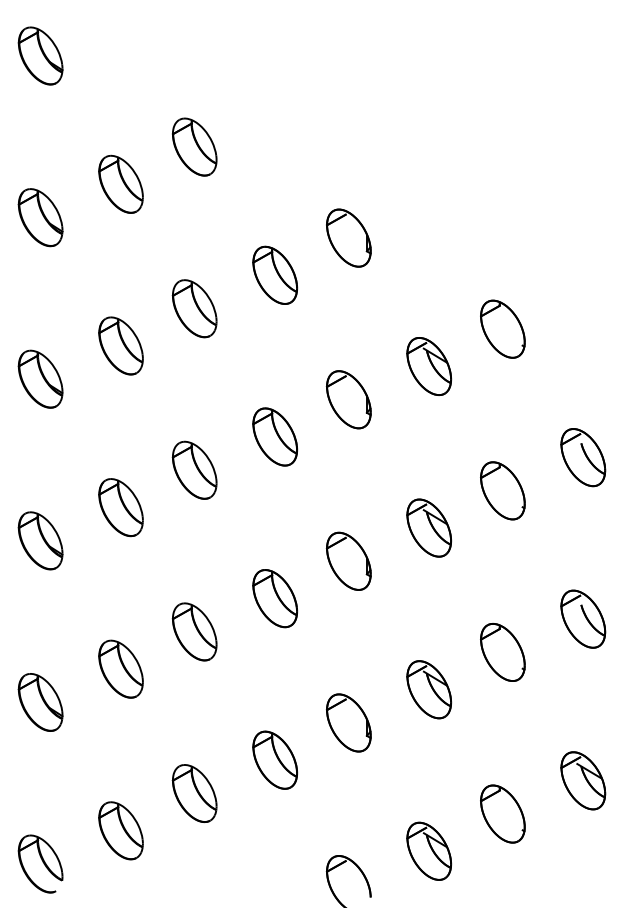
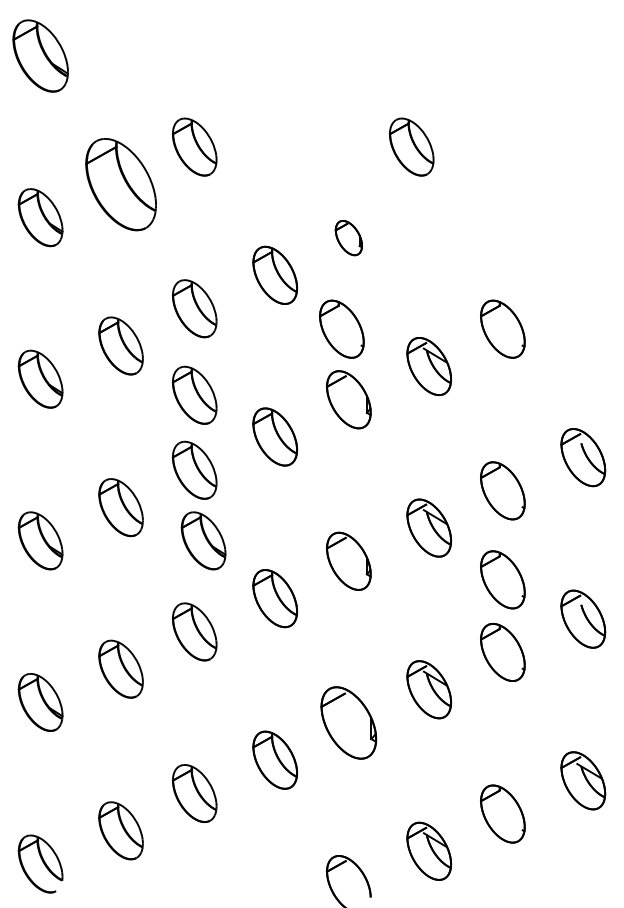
part at (40, 55) size: 47x60 px -> 57x74 px
part at (411, 146): none -> present
part at (120, 183) size: 46x60 px -> 72x94 px
part at (348, 237) size: 46x60 px -> 29x37 px
part at (341, 328): none -> present
part at (194, 394): none -> present
part at (203, 540): none -> present
part at (502, 579): none -> present
part at (348, 722) size: 46x60 px -> 58x74 px
